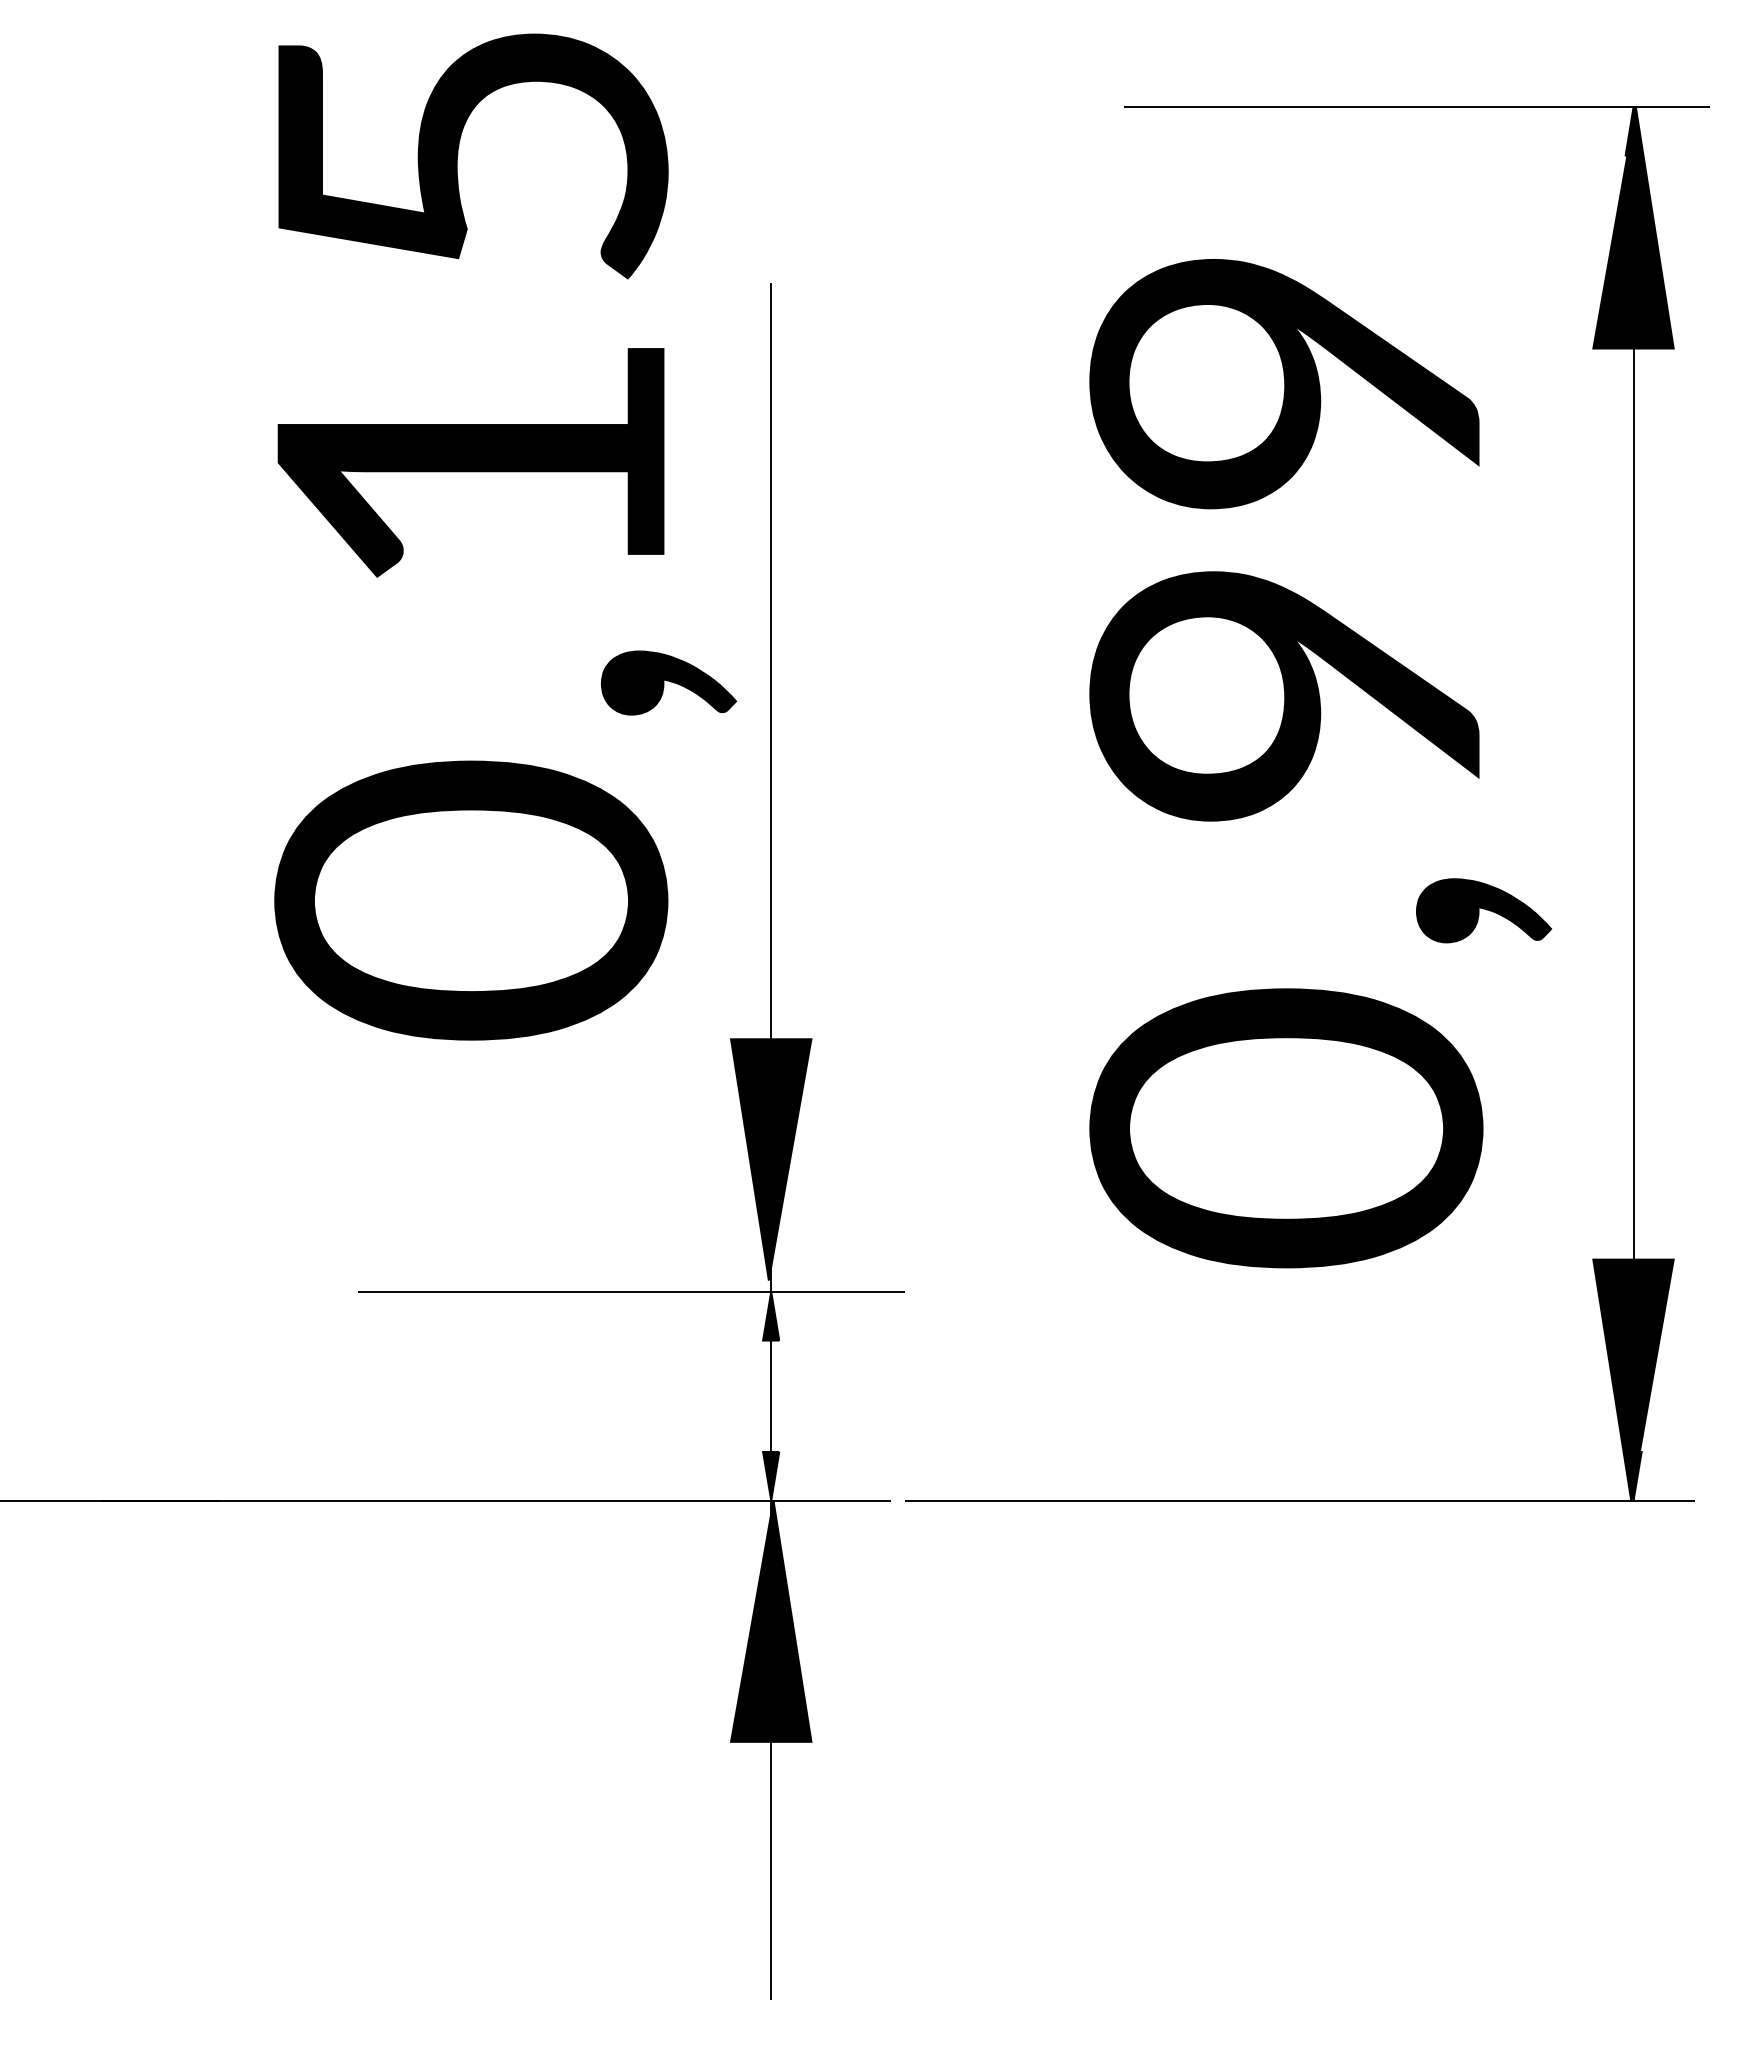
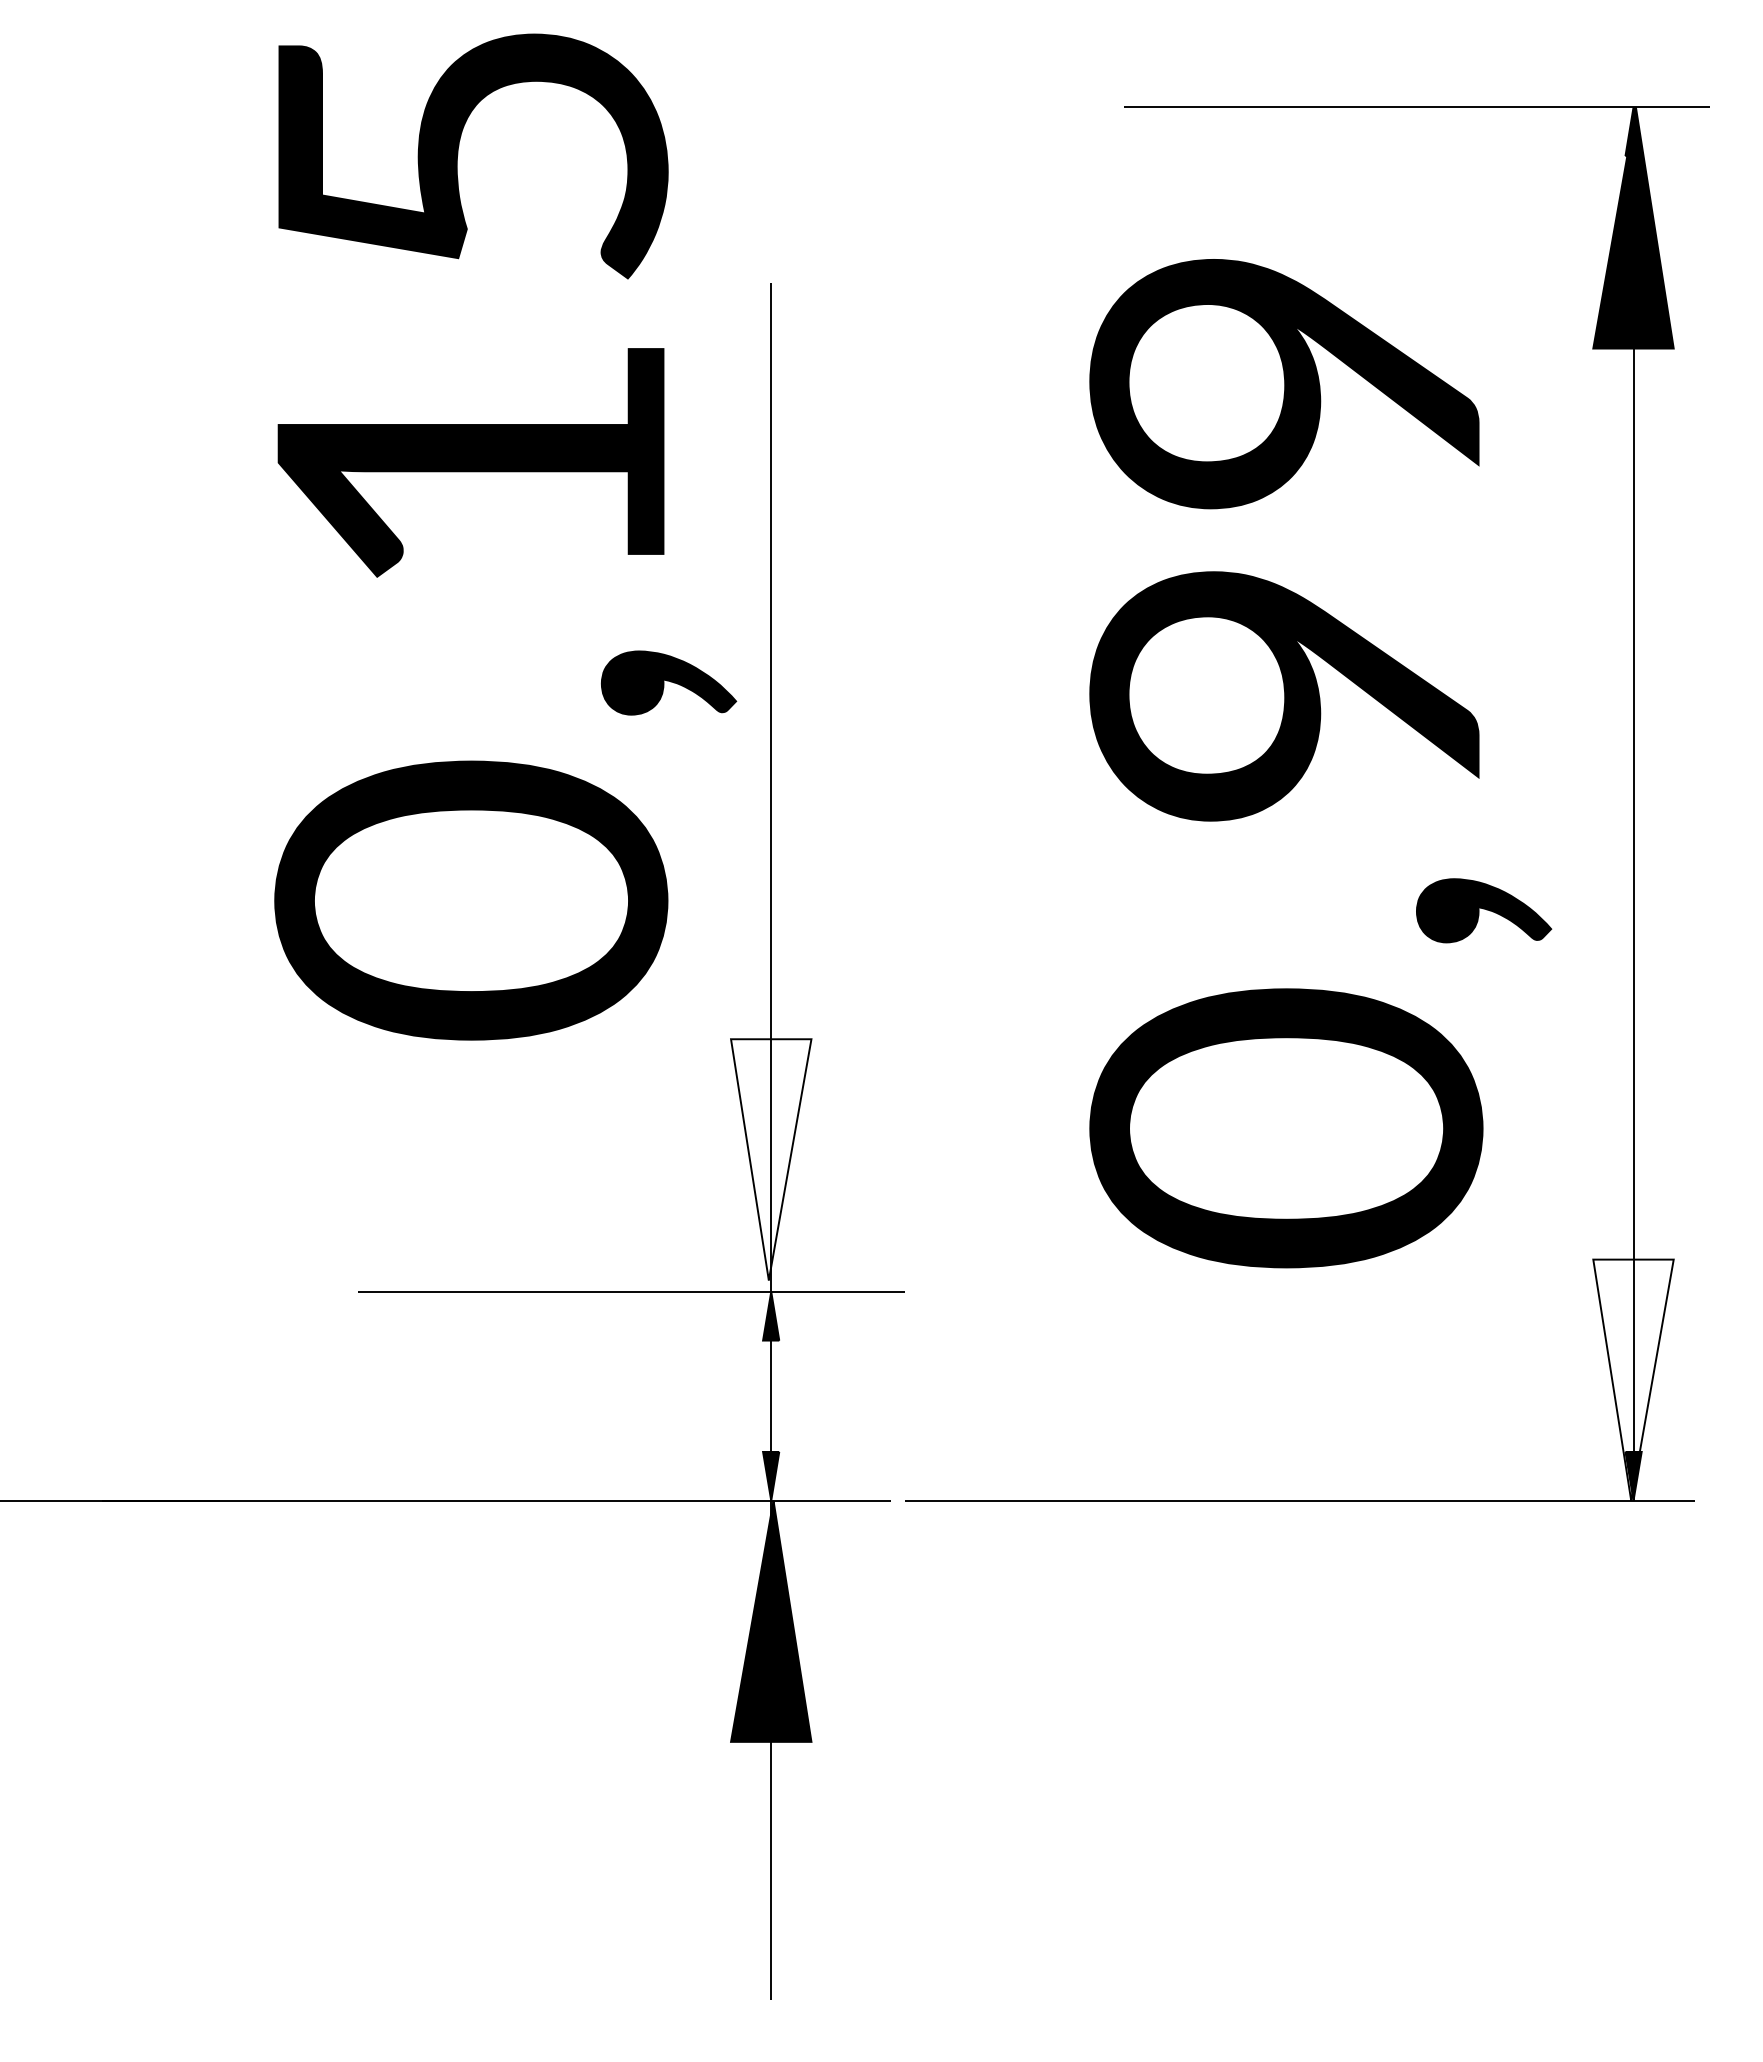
fill at (771, 1159): present -> none
fill at (1633, 1379): present -> none
